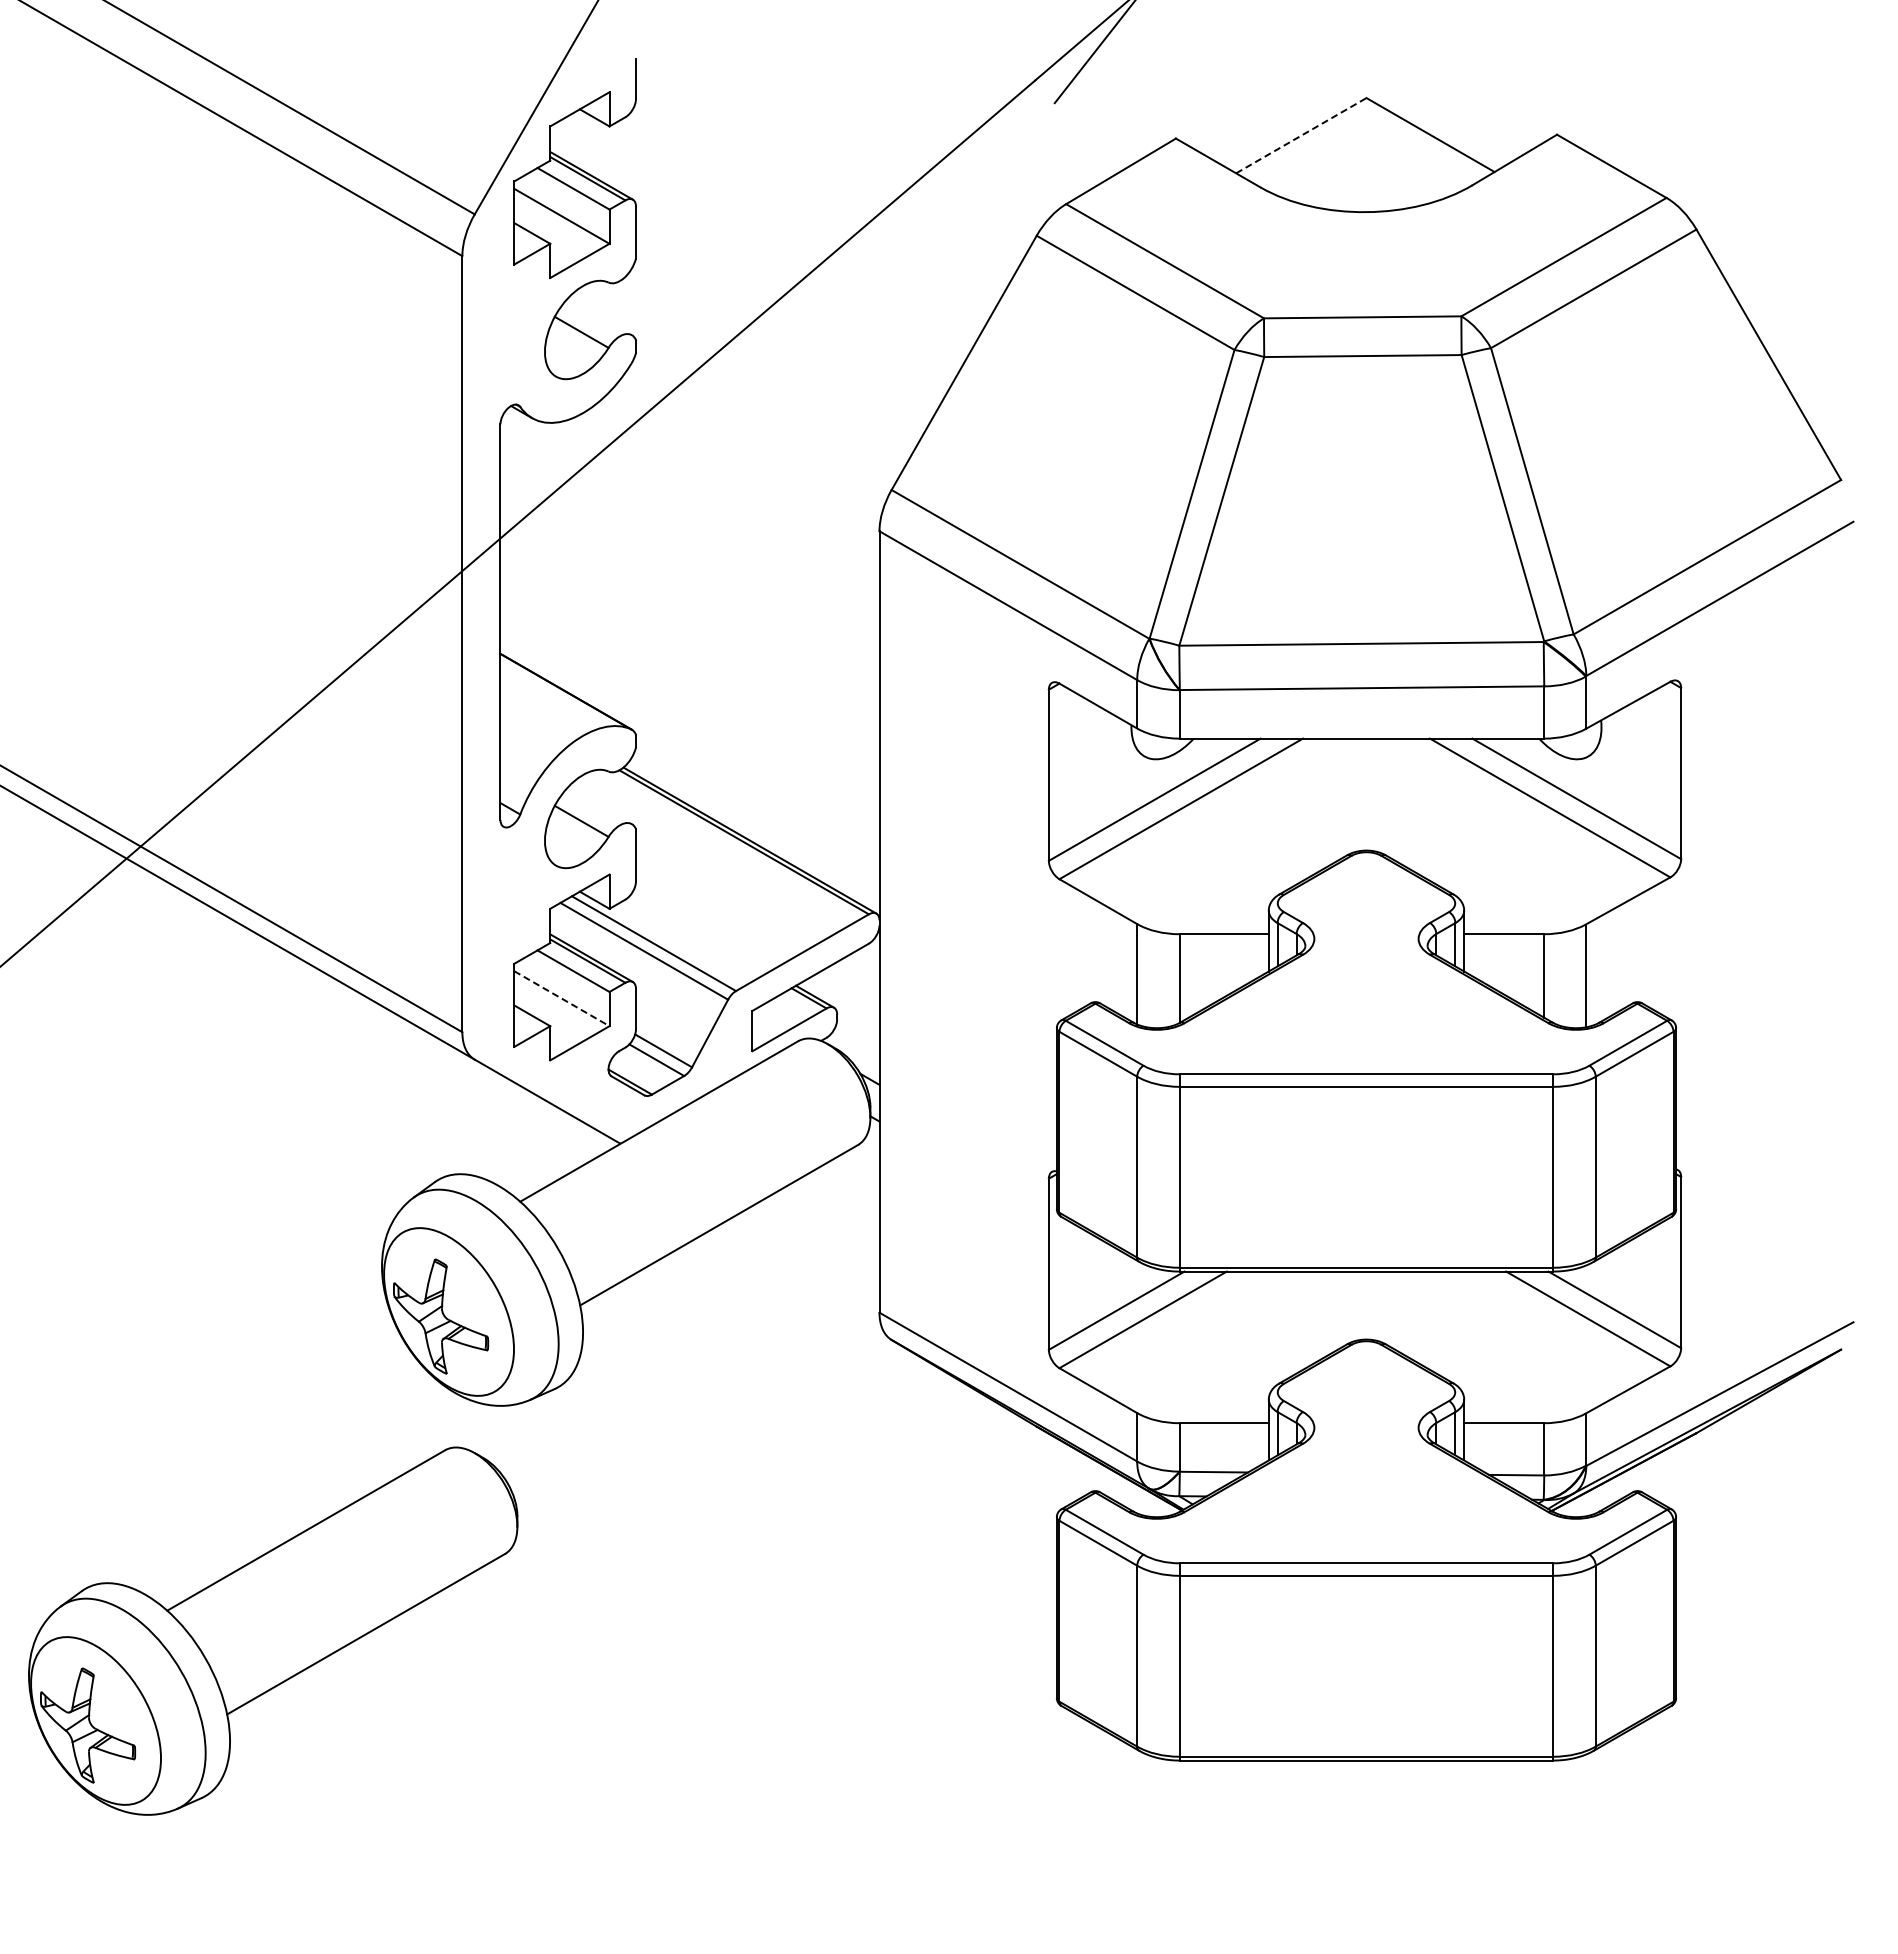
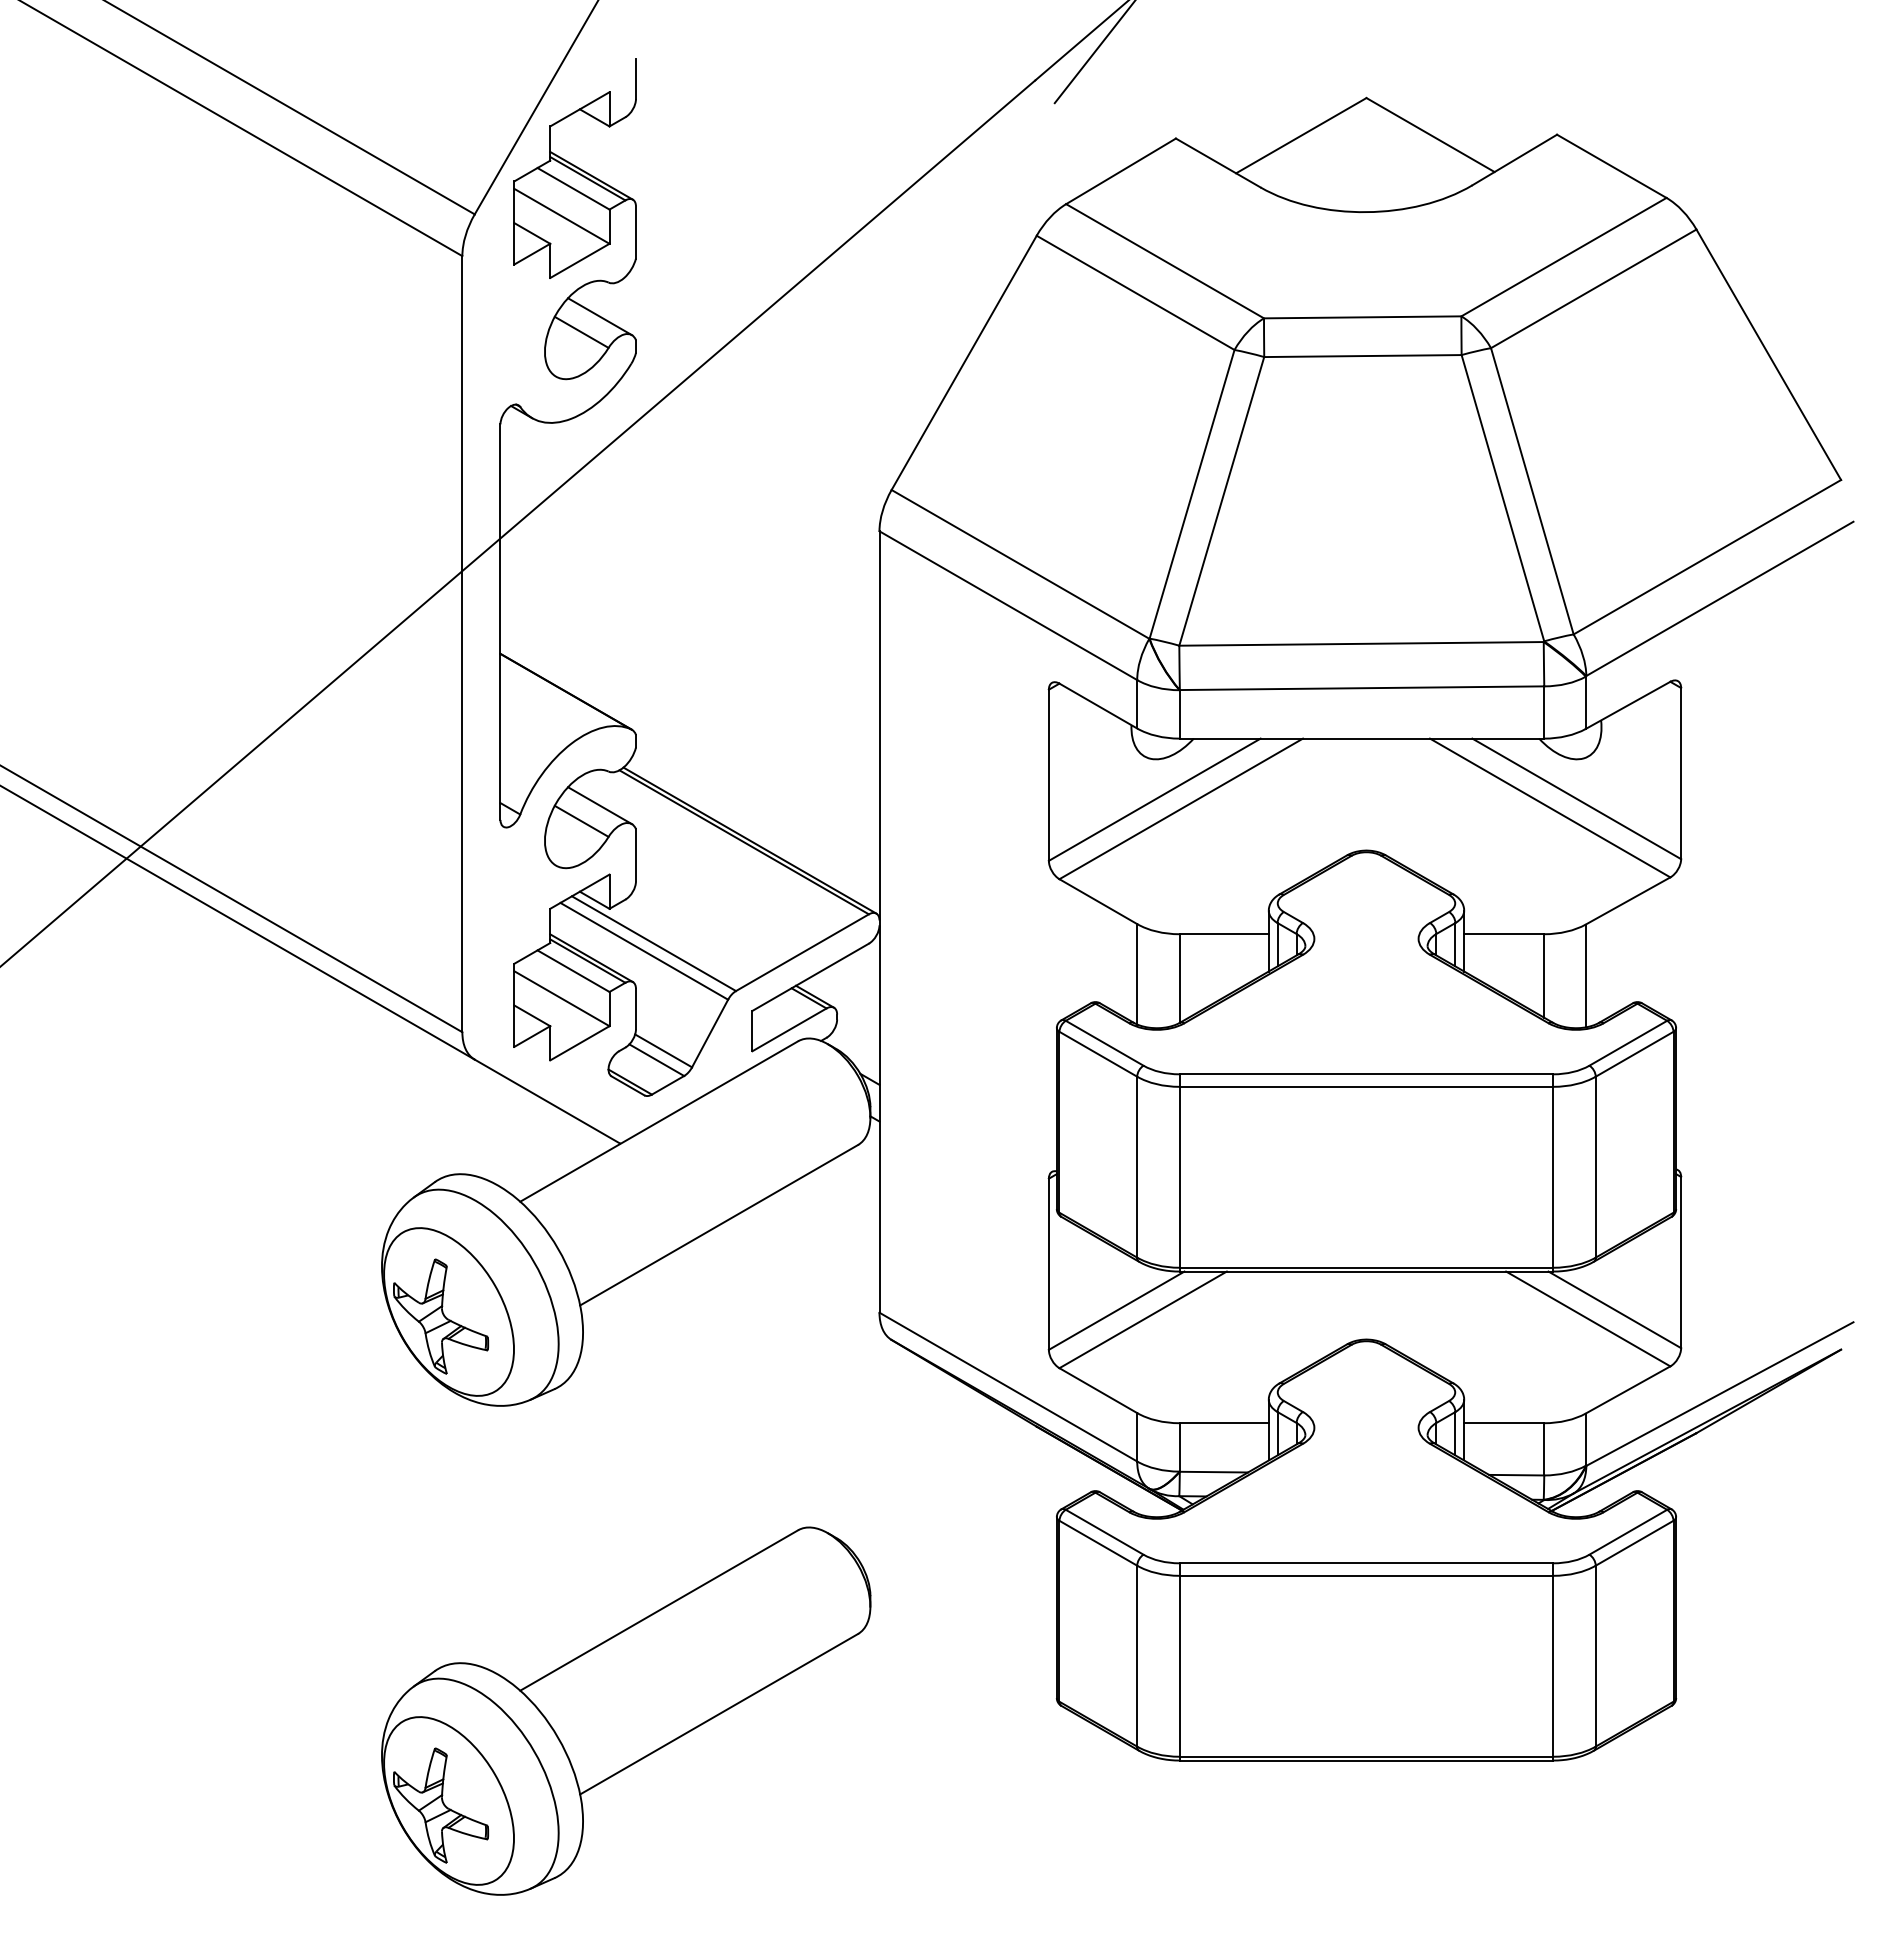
line at (1301, 135): dashed -> solid
line at (599, 316): none -> present
line at (599, 805): none -> present
line at (562, 998): dashed -> solid
part at (273, 1630) position: (273, 1630) -> (626, 1710)
